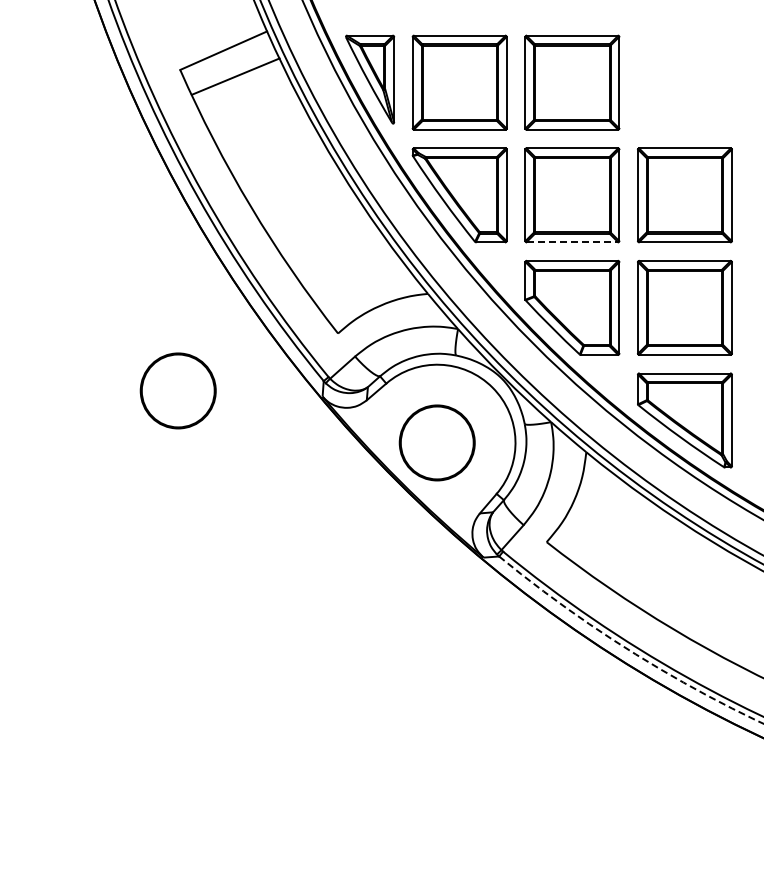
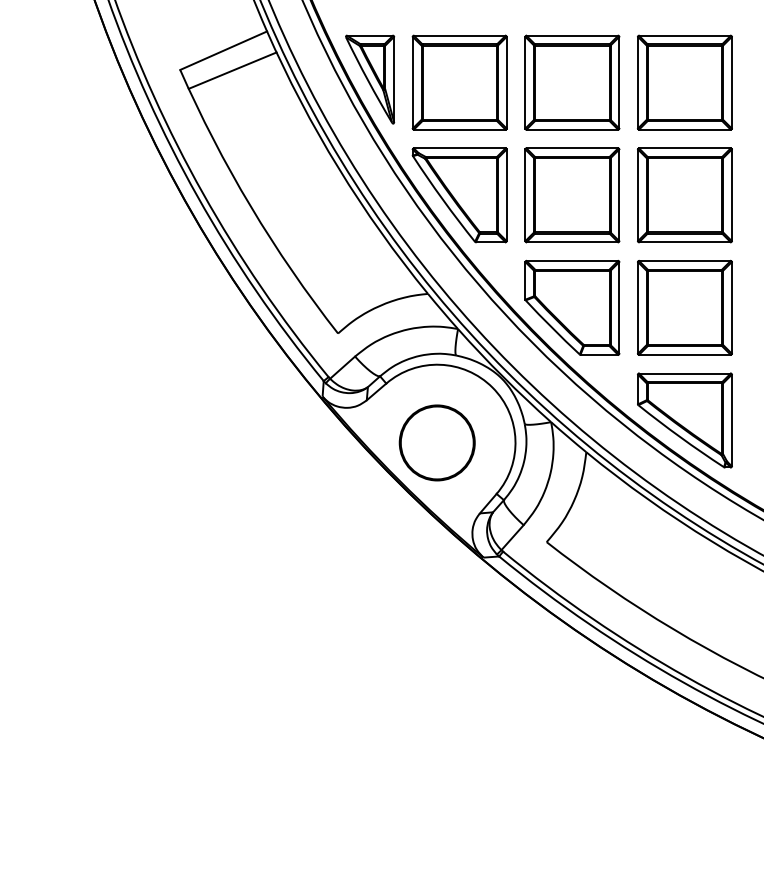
line at (235, 76) position: (235, 76) -> (232, 70)
part at (684, 82): none -> present
line at (572, 242): dashed -> solid
circle at (177, 390): present -> none
arc at (626, 648): dashed -> solid
